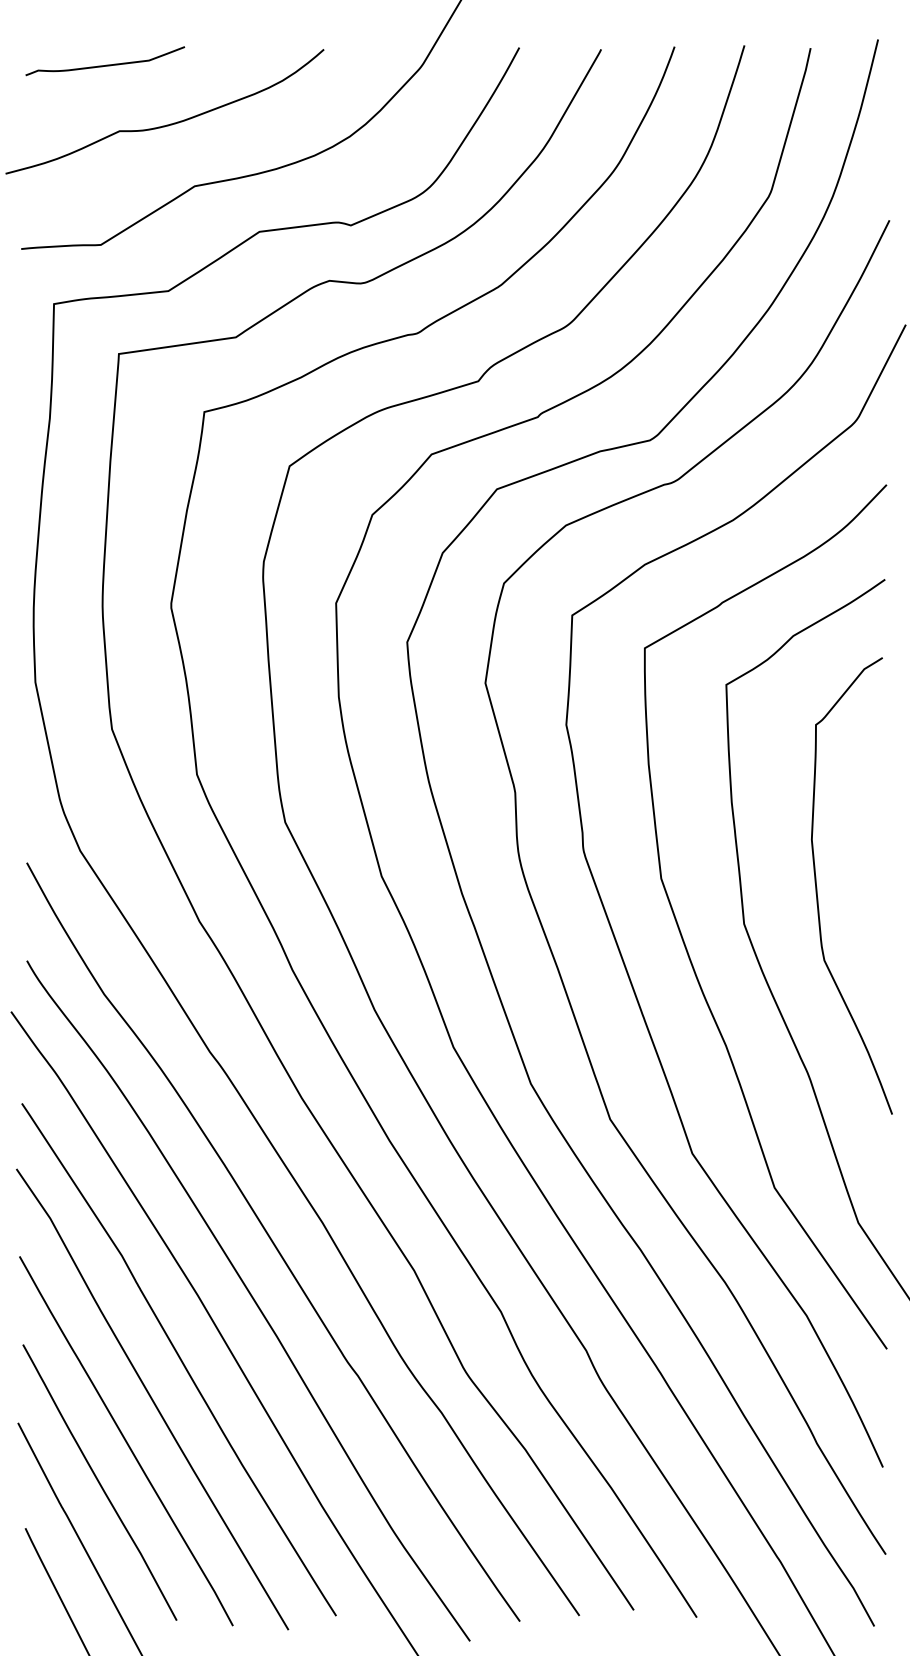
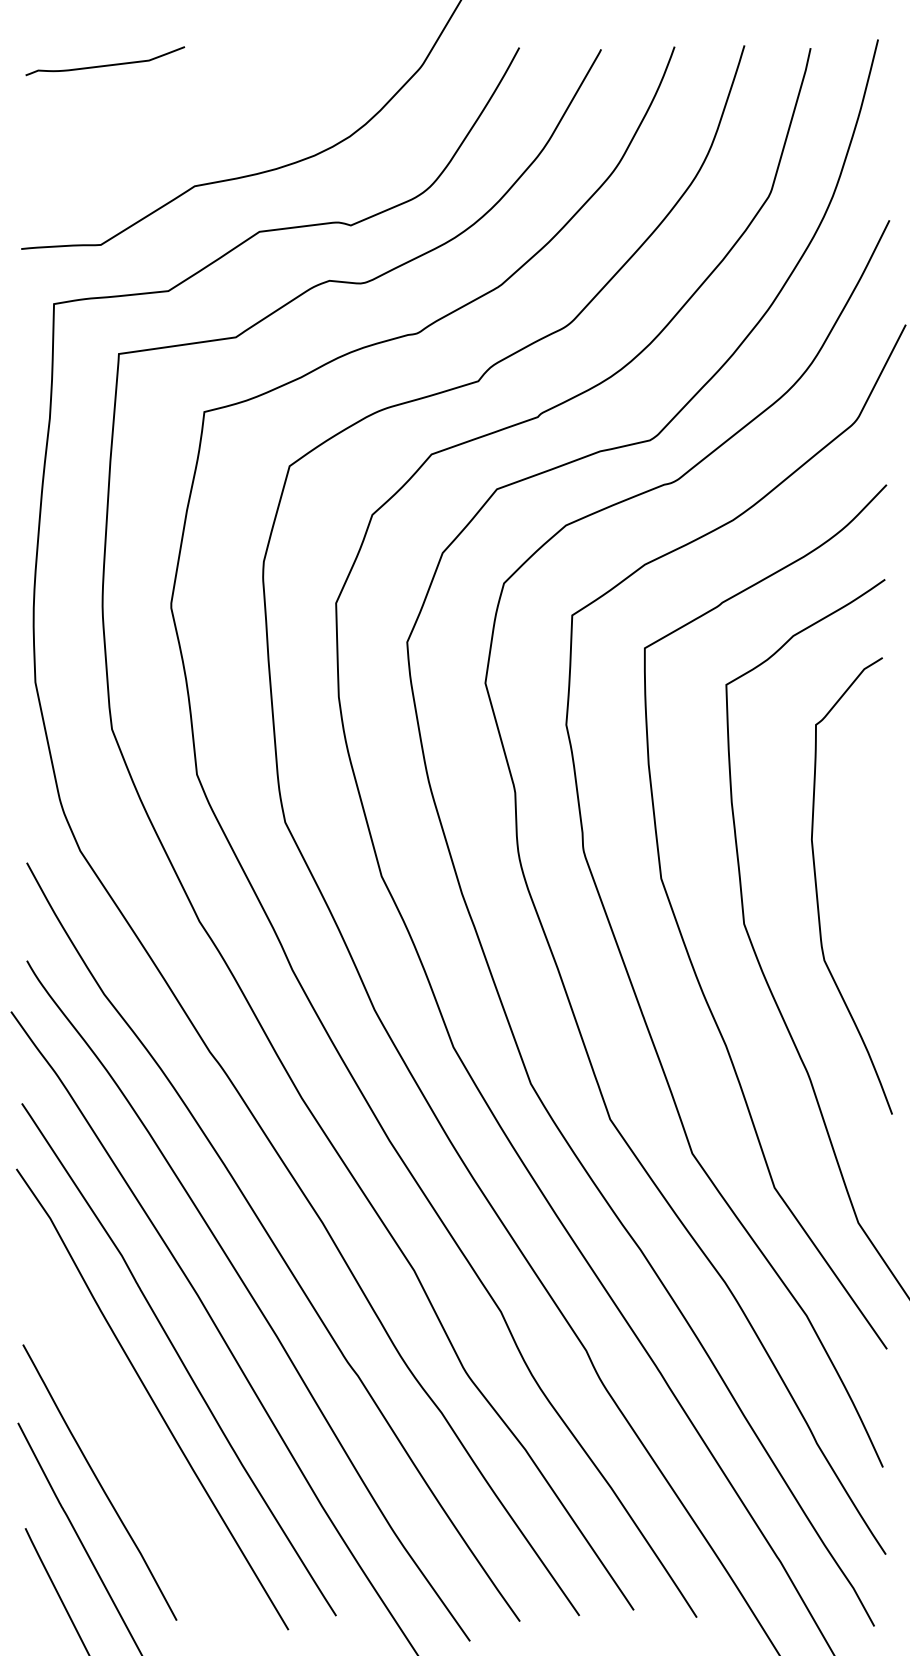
curve at (166, 124): present -> none
curve at (126, 1441): present -> none
